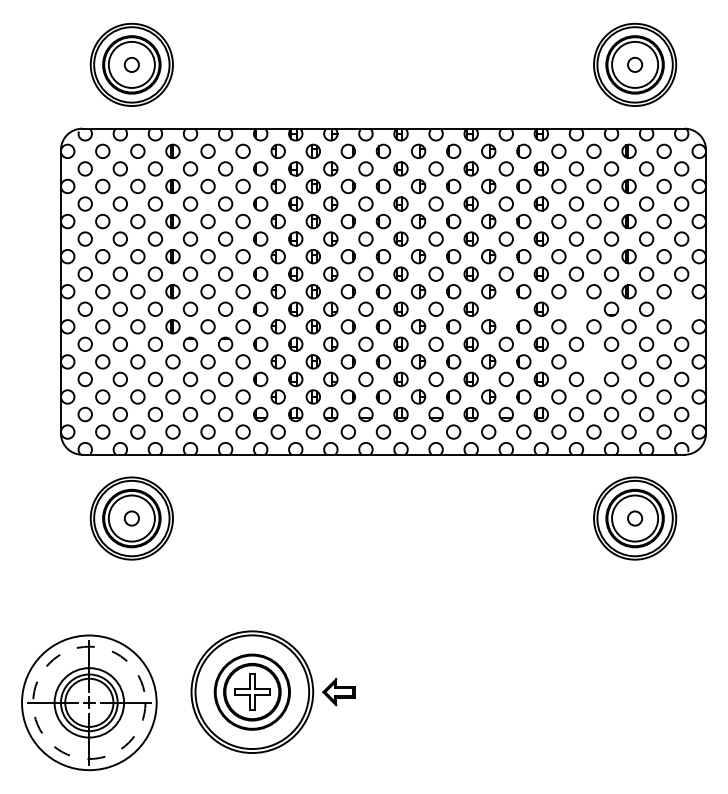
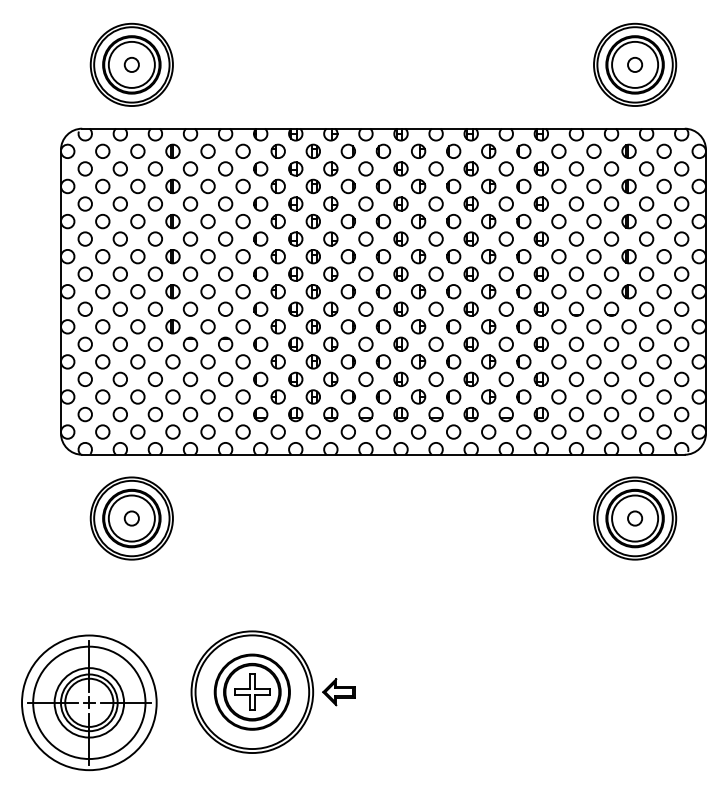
circle at (505, 308): none -> present
circle at (575, 308): none -> present
circle at (681, 308): none -> present
circle at (593, 361): none -> present
circle at (89, 702): dashed -> solid
